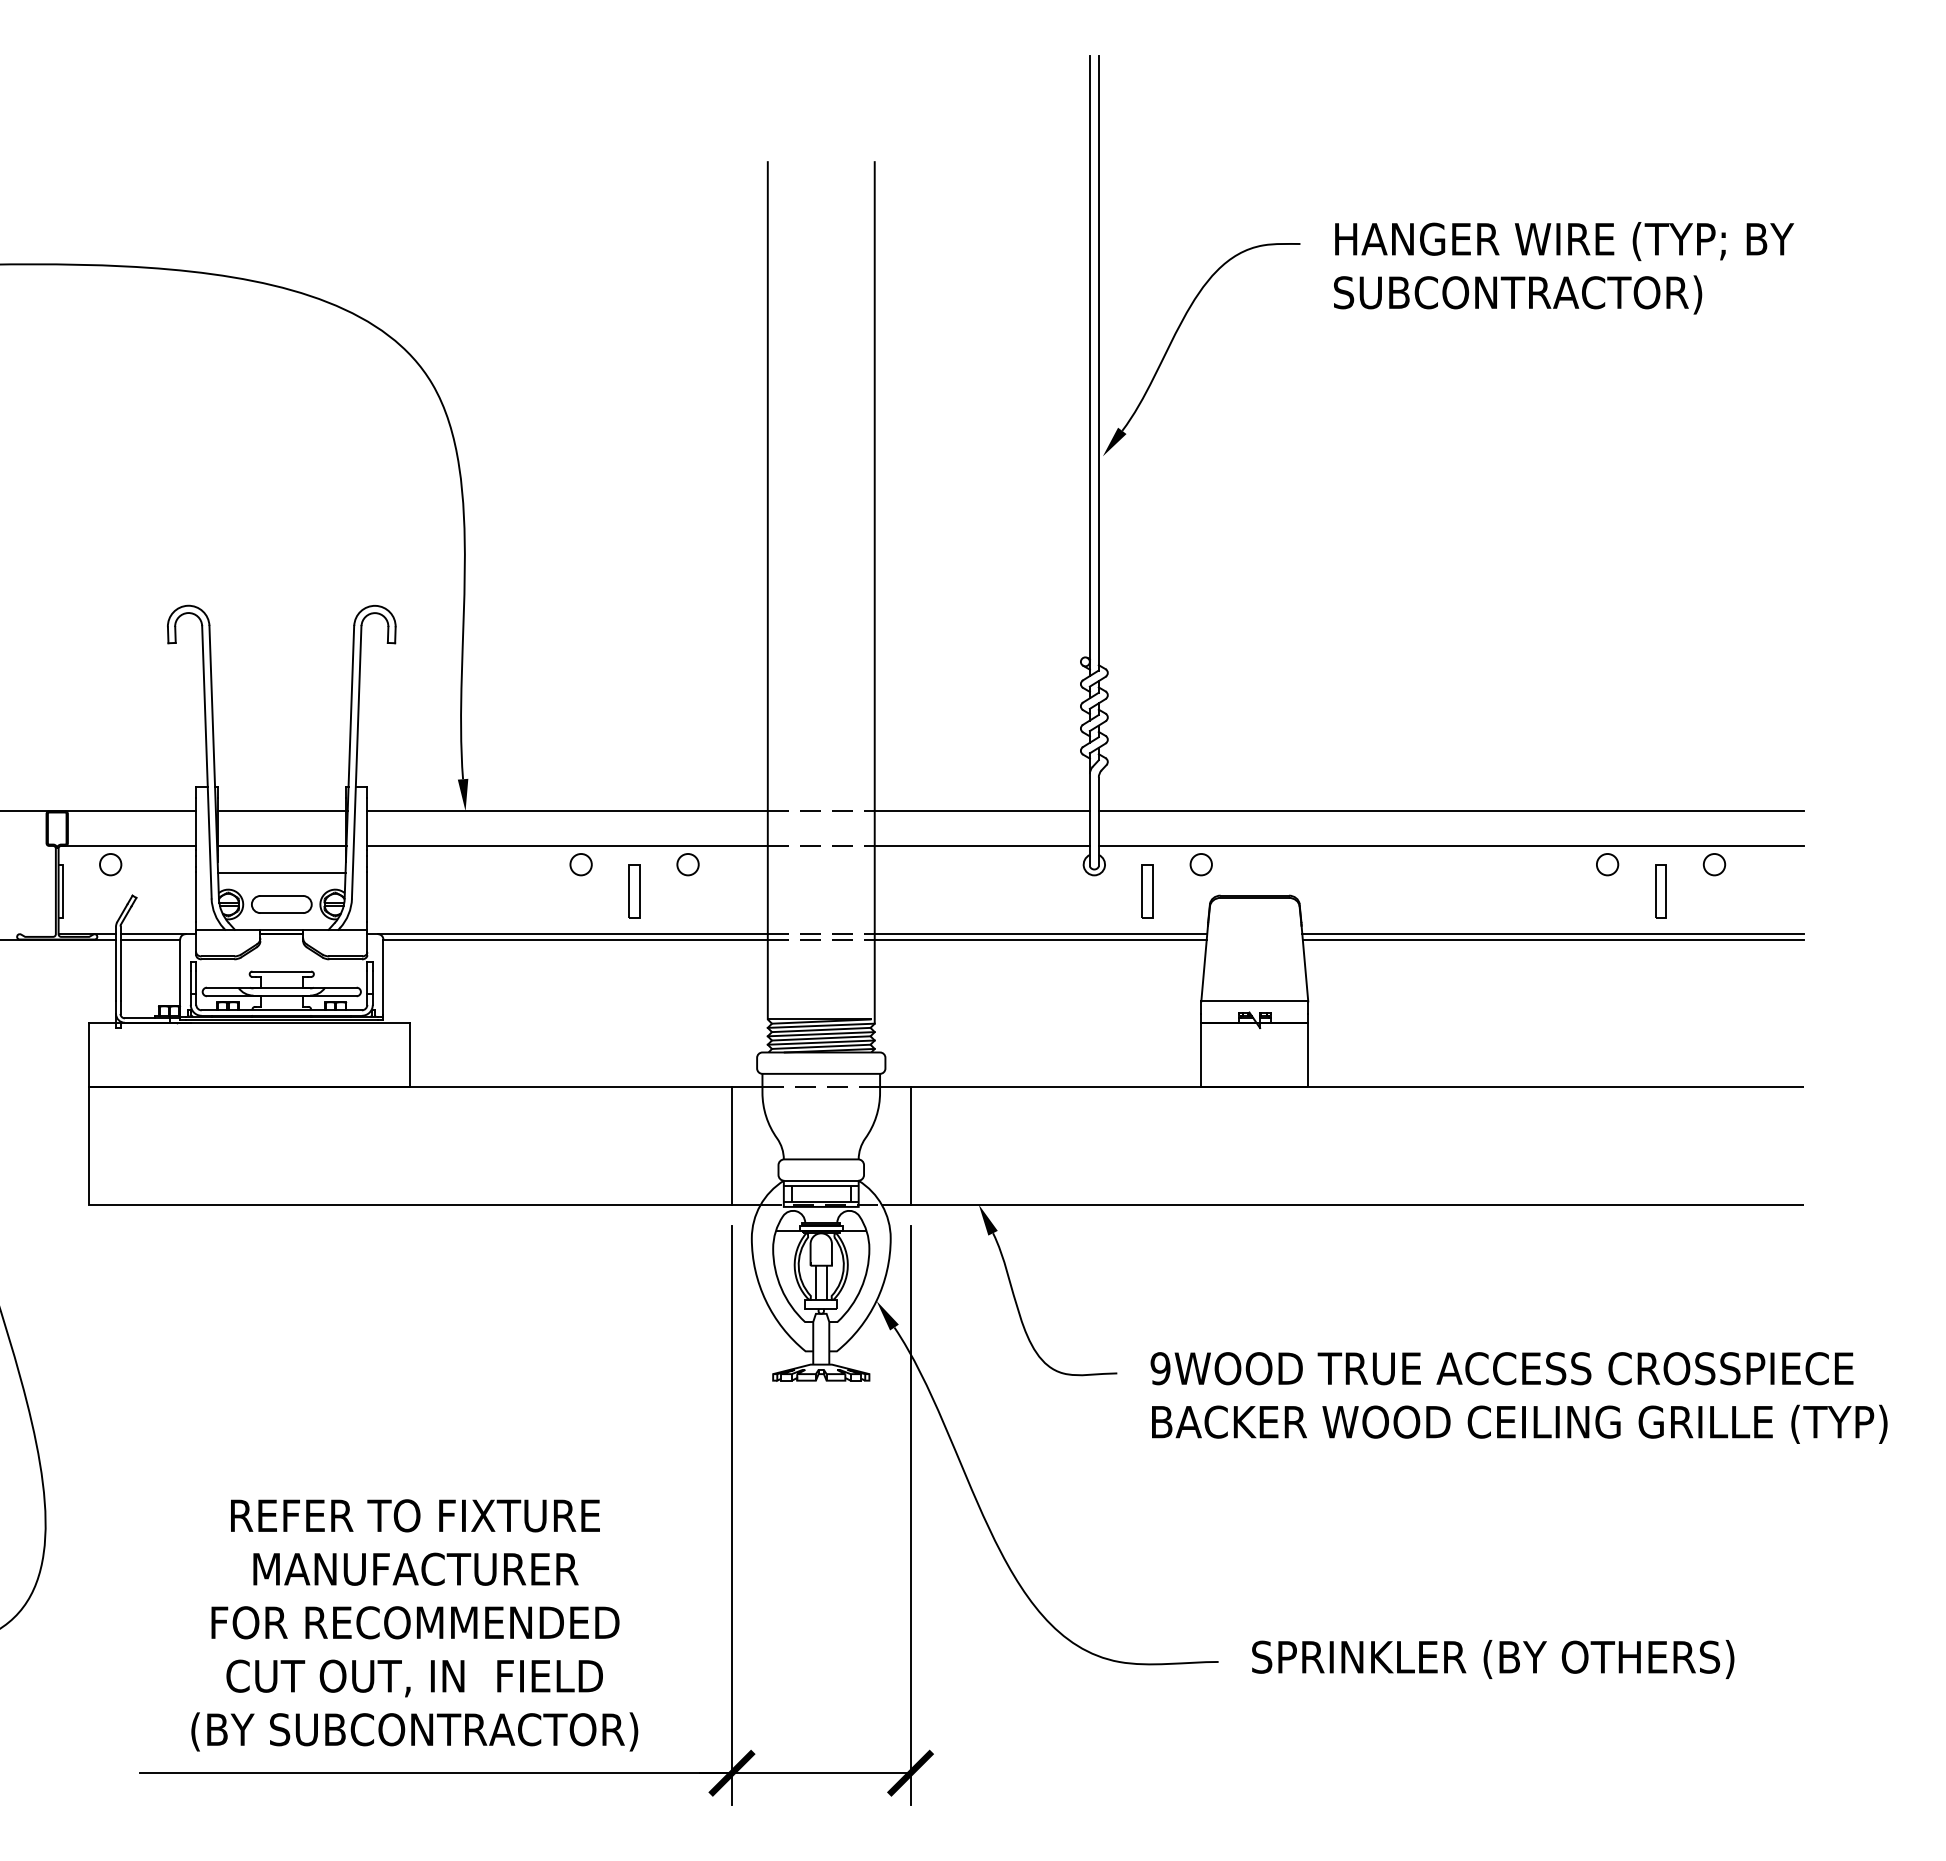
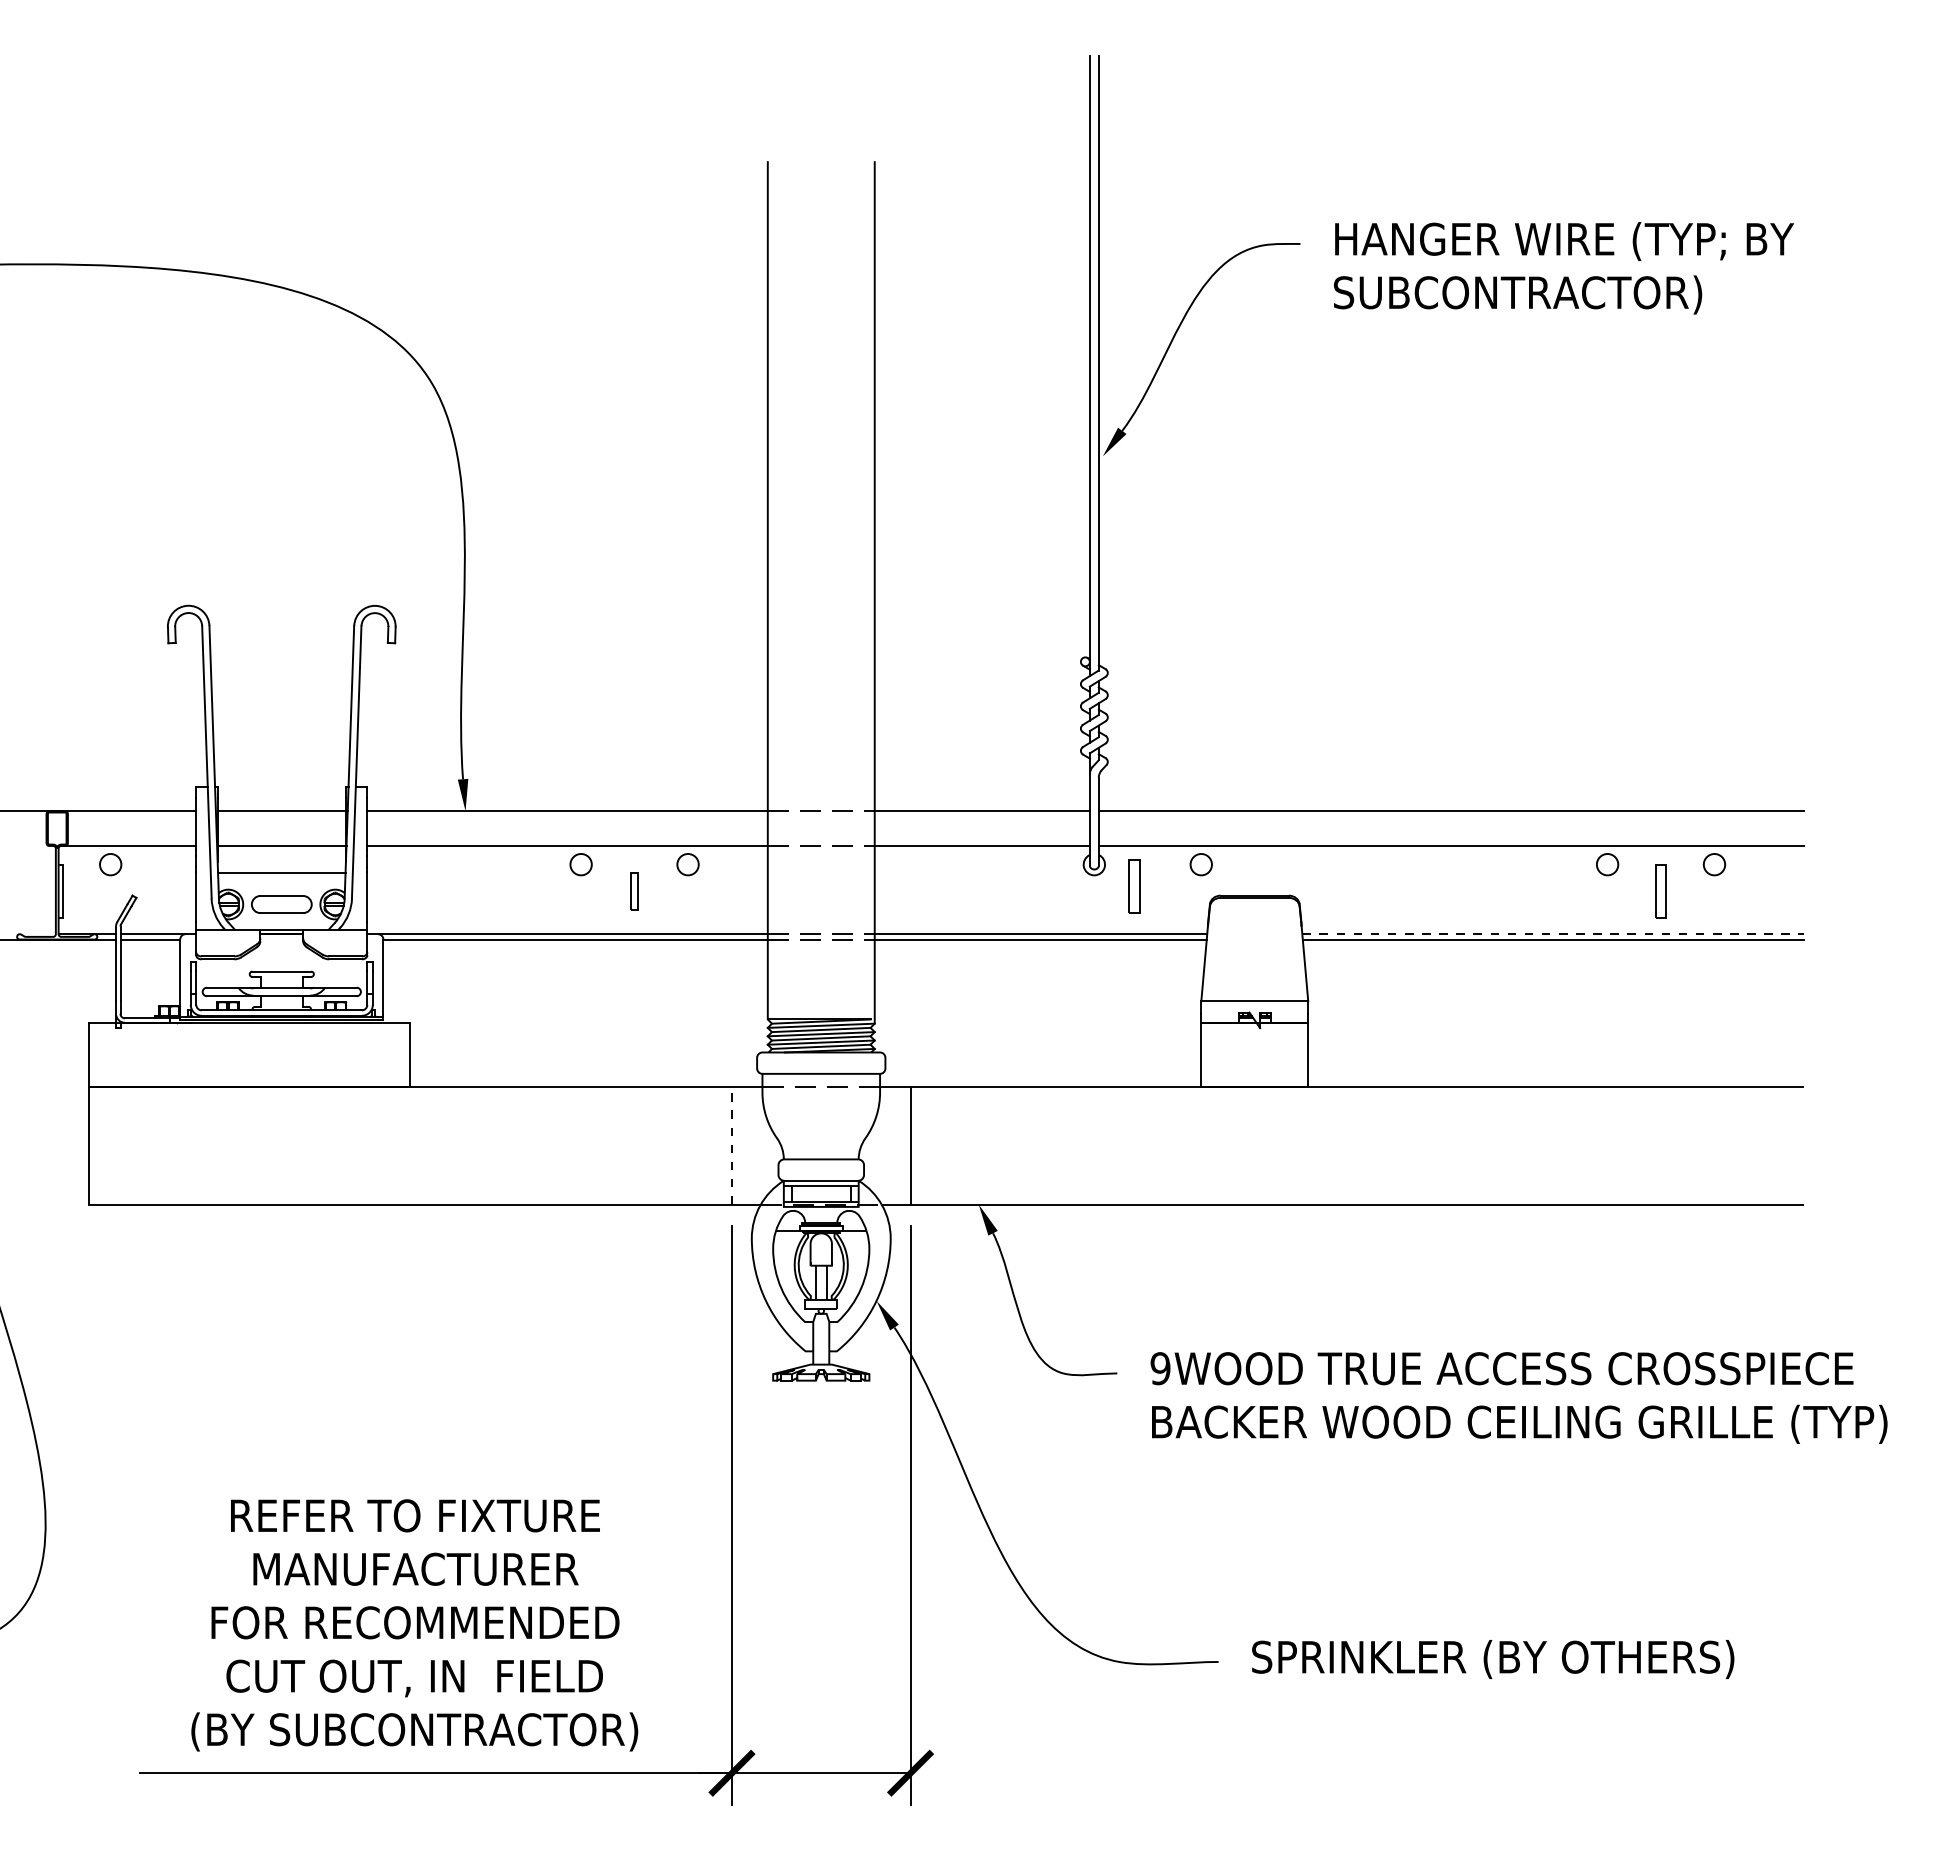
part at (634, 891) size: 13x55 px -> 9x39 px
part at (1147, 891) position: (1147, 891) -> (1134, 886)
line at (1553, 934): solid -> dashed
line at (731, 1145): solid -> dashed
